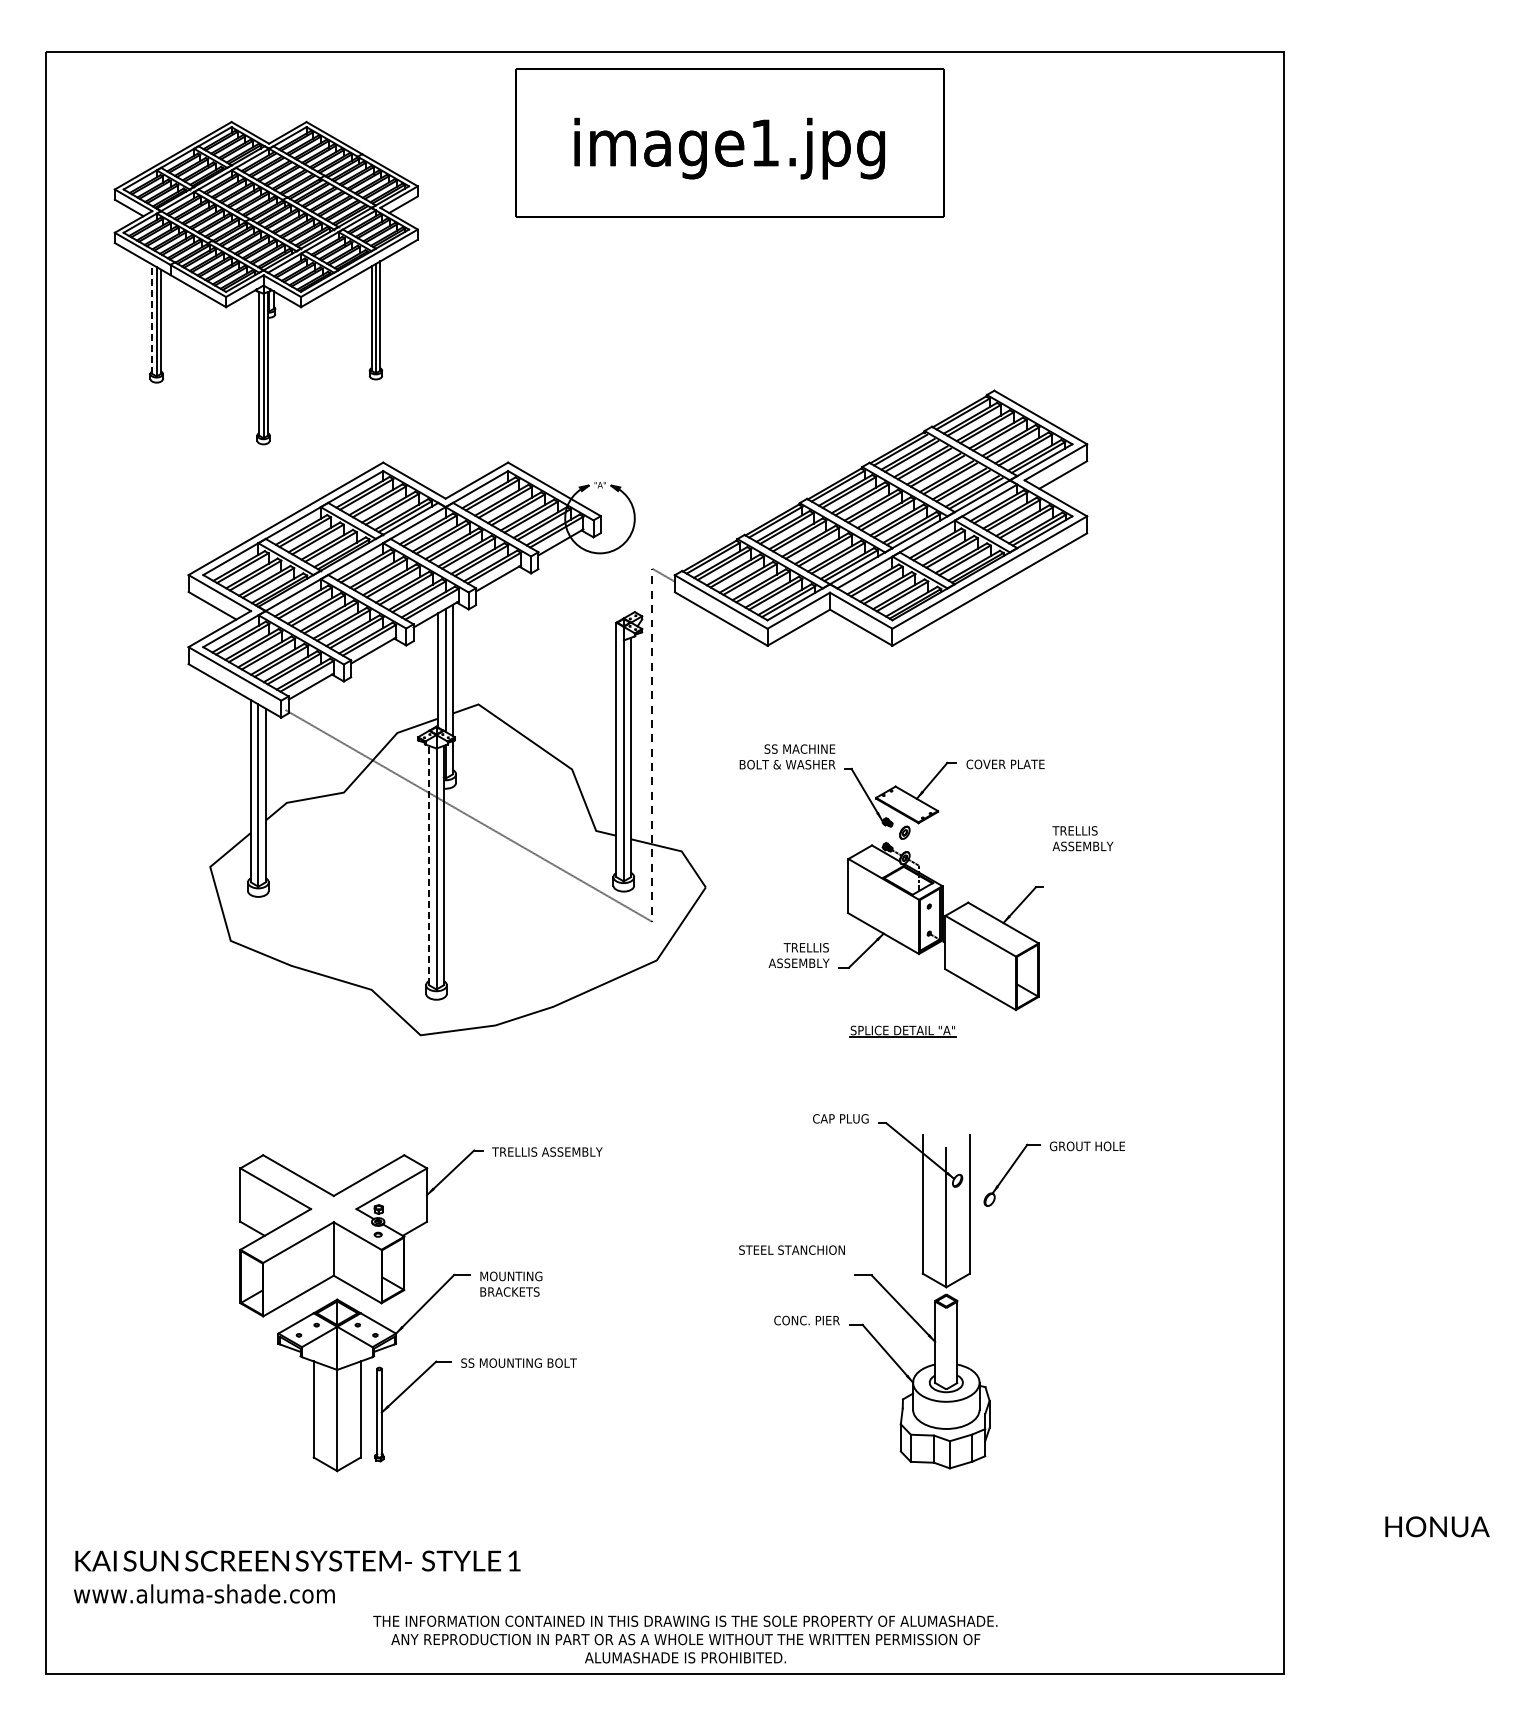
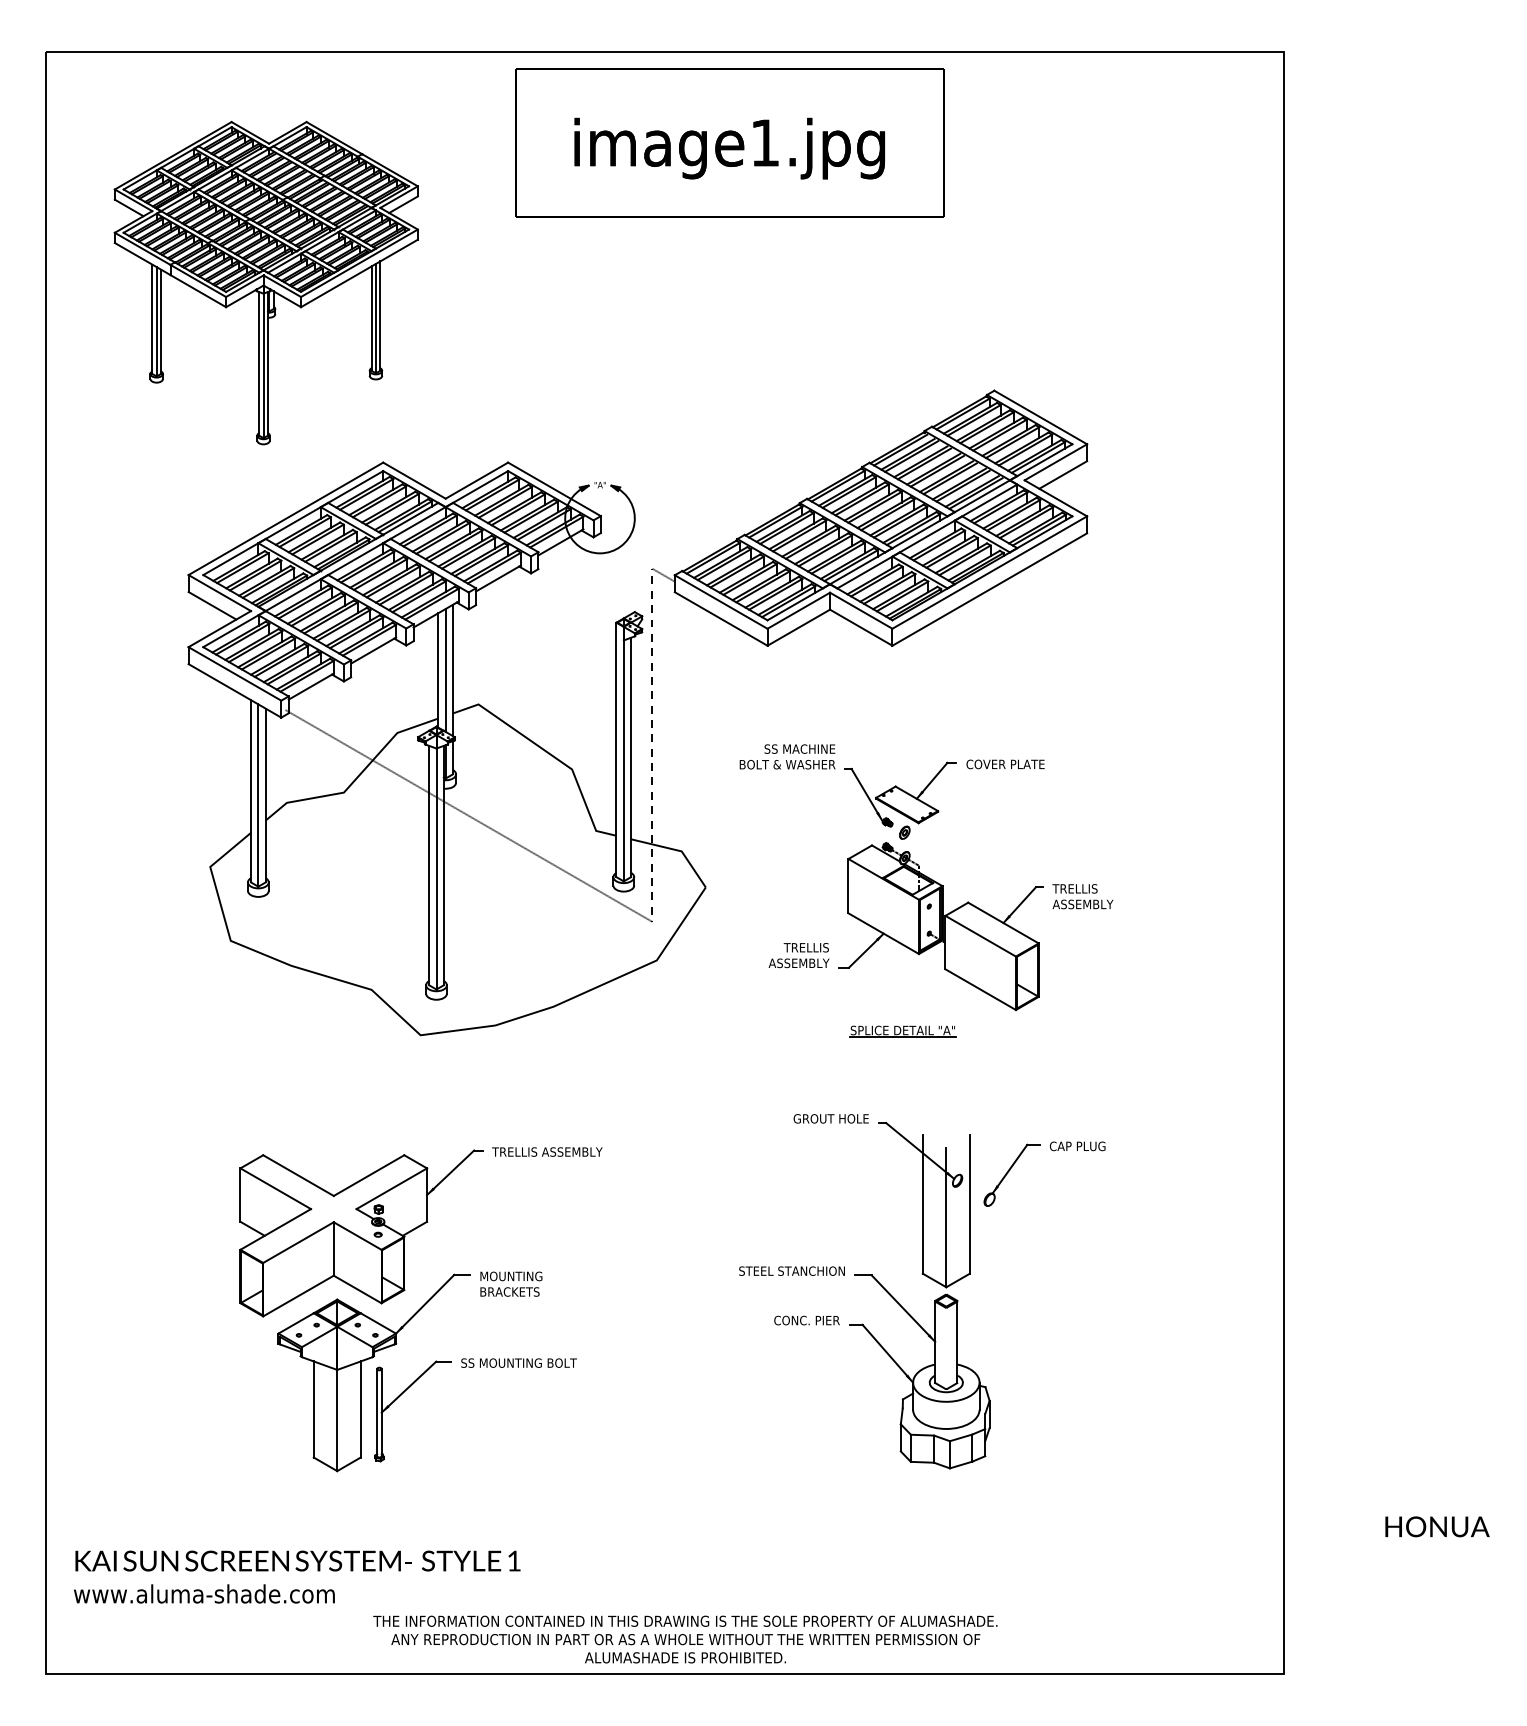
line at (152, 319): dashed -> solid
text at (1082, 838) position: (1082, 838) -> (1082, 896)
line at (429, 865): dashed -> solid
text at (830, 1118): CAP PLUG -> GROUT HOLE
text at (1089, 1146): GROUT HOLE -> CAP PLUG
text at (791, 1249) position: (791, 1249) -> (791, 1270)
